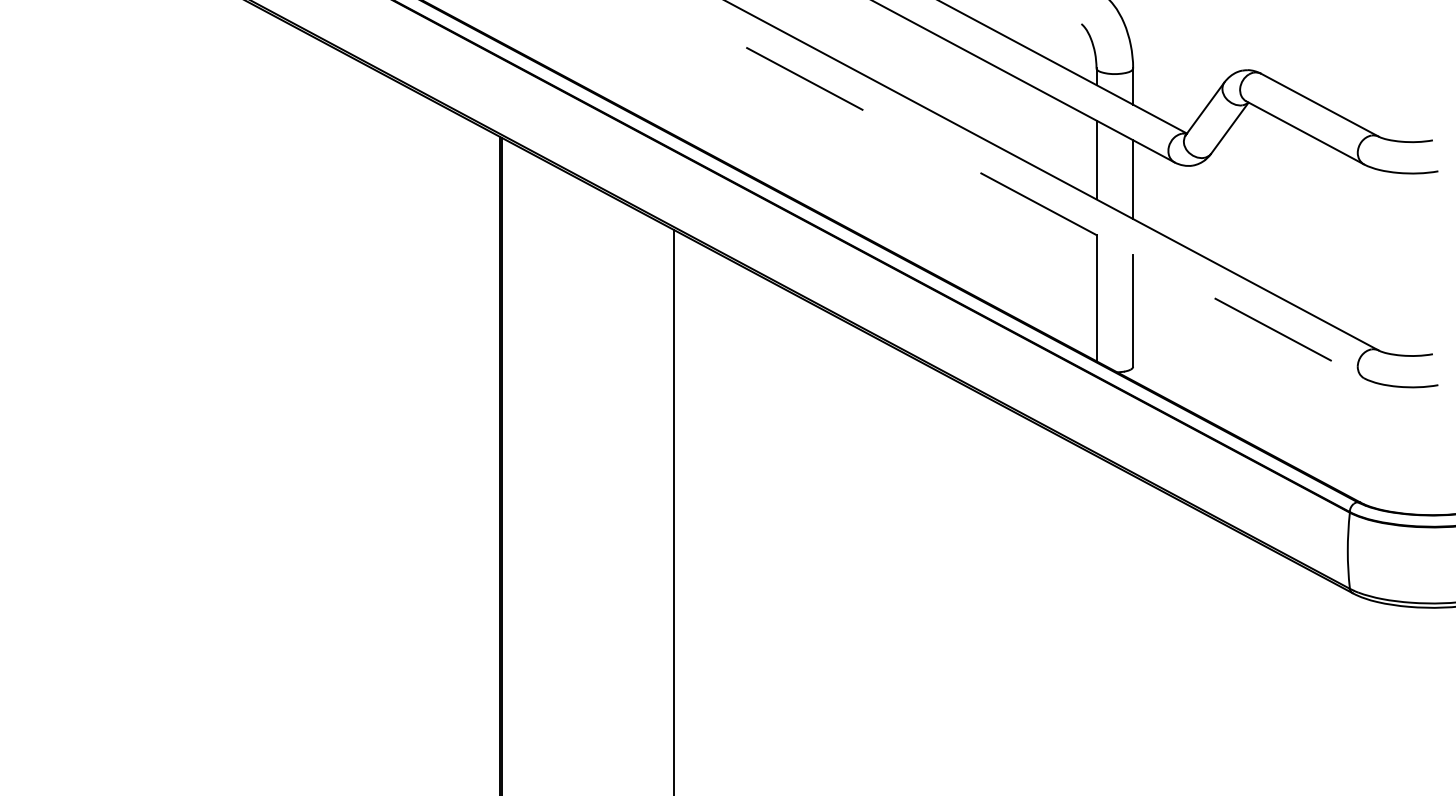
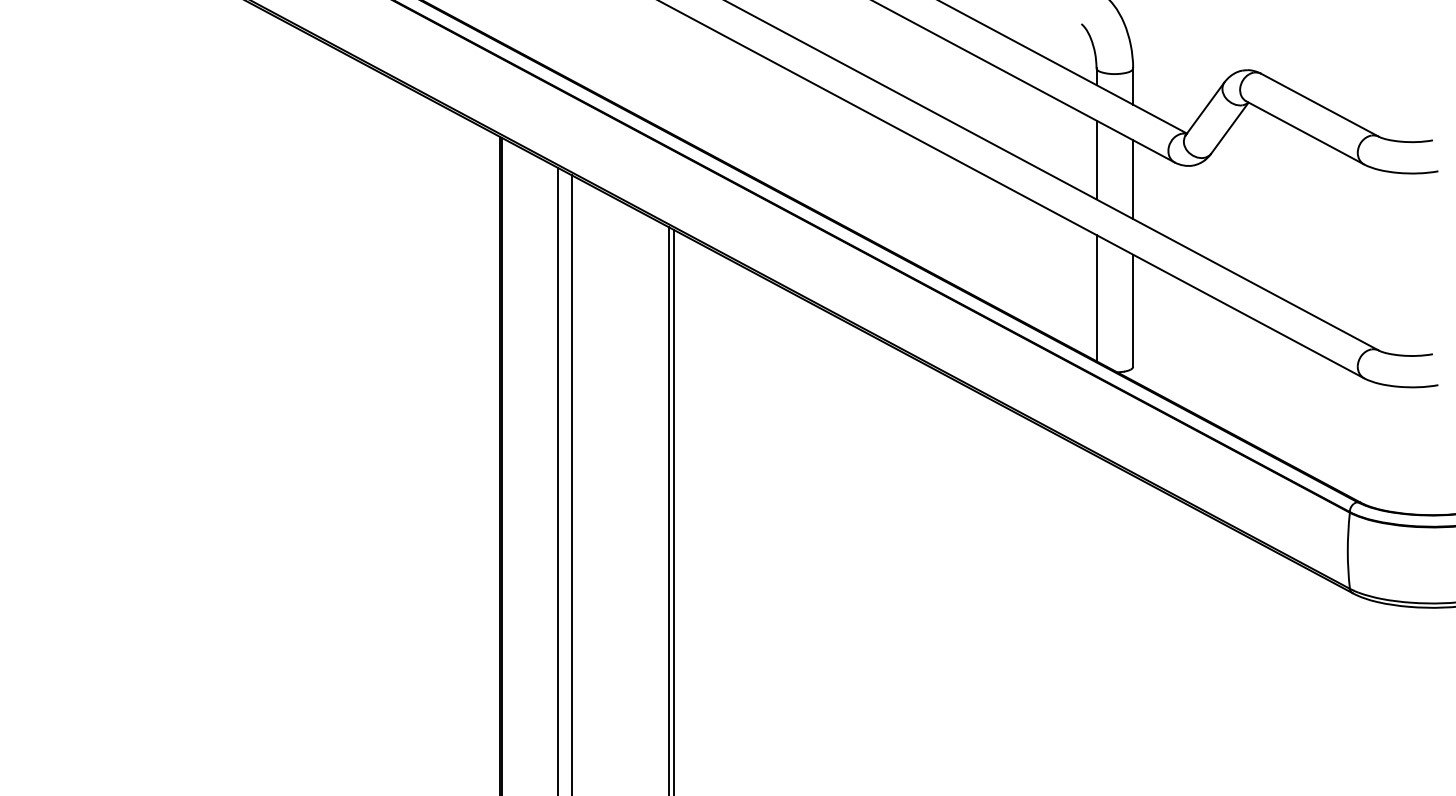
line at (1011, 189): dashed -> solid
line at (557, 479): none -> present
line at (571, 483): none -> present
line at (668, 509): none -> present
